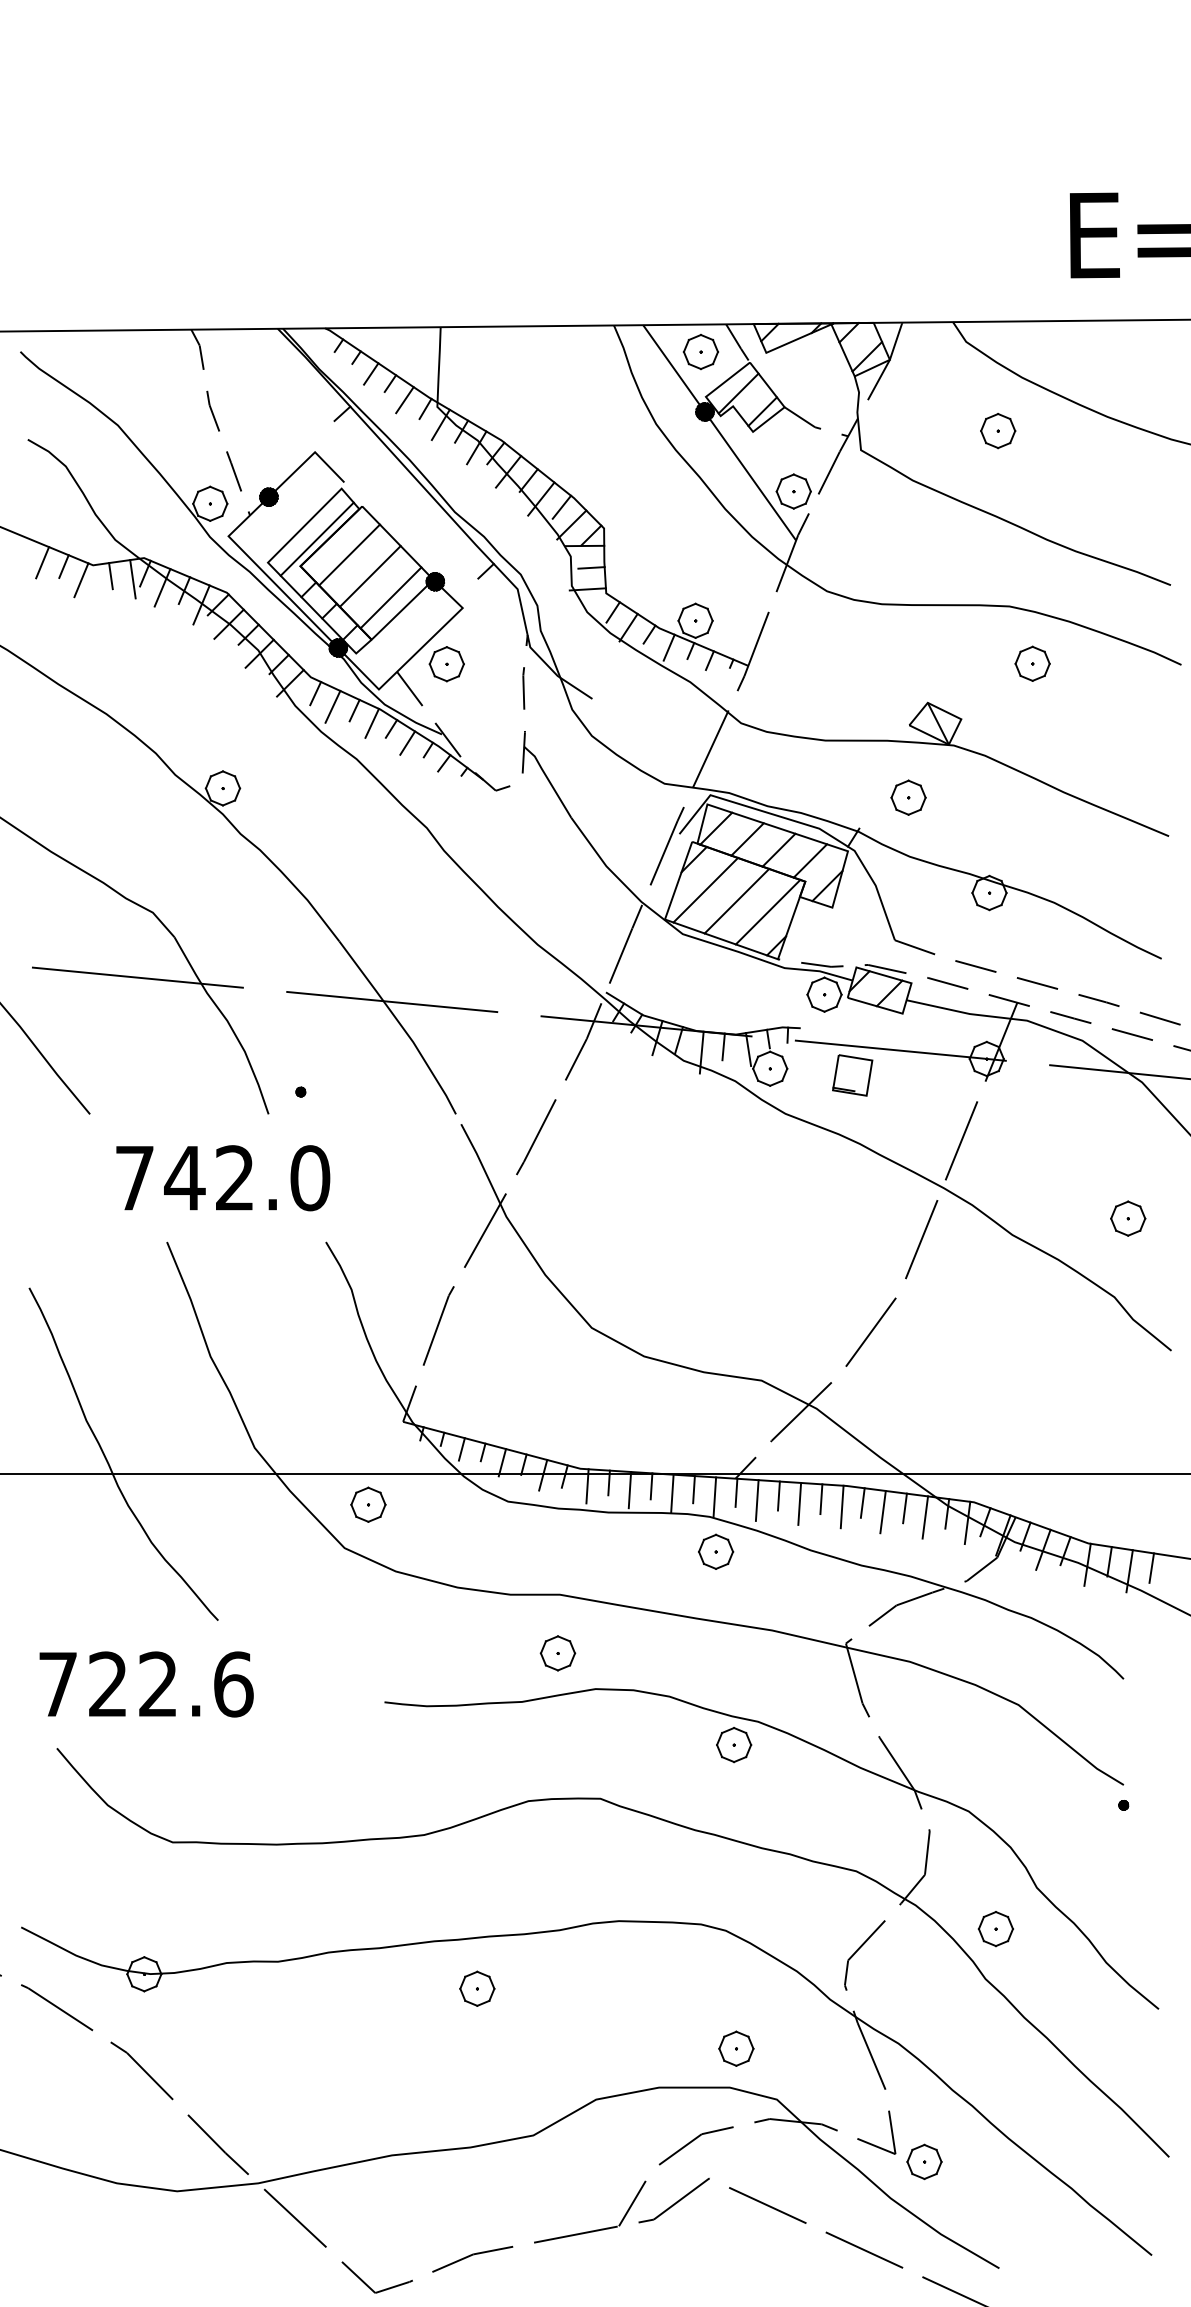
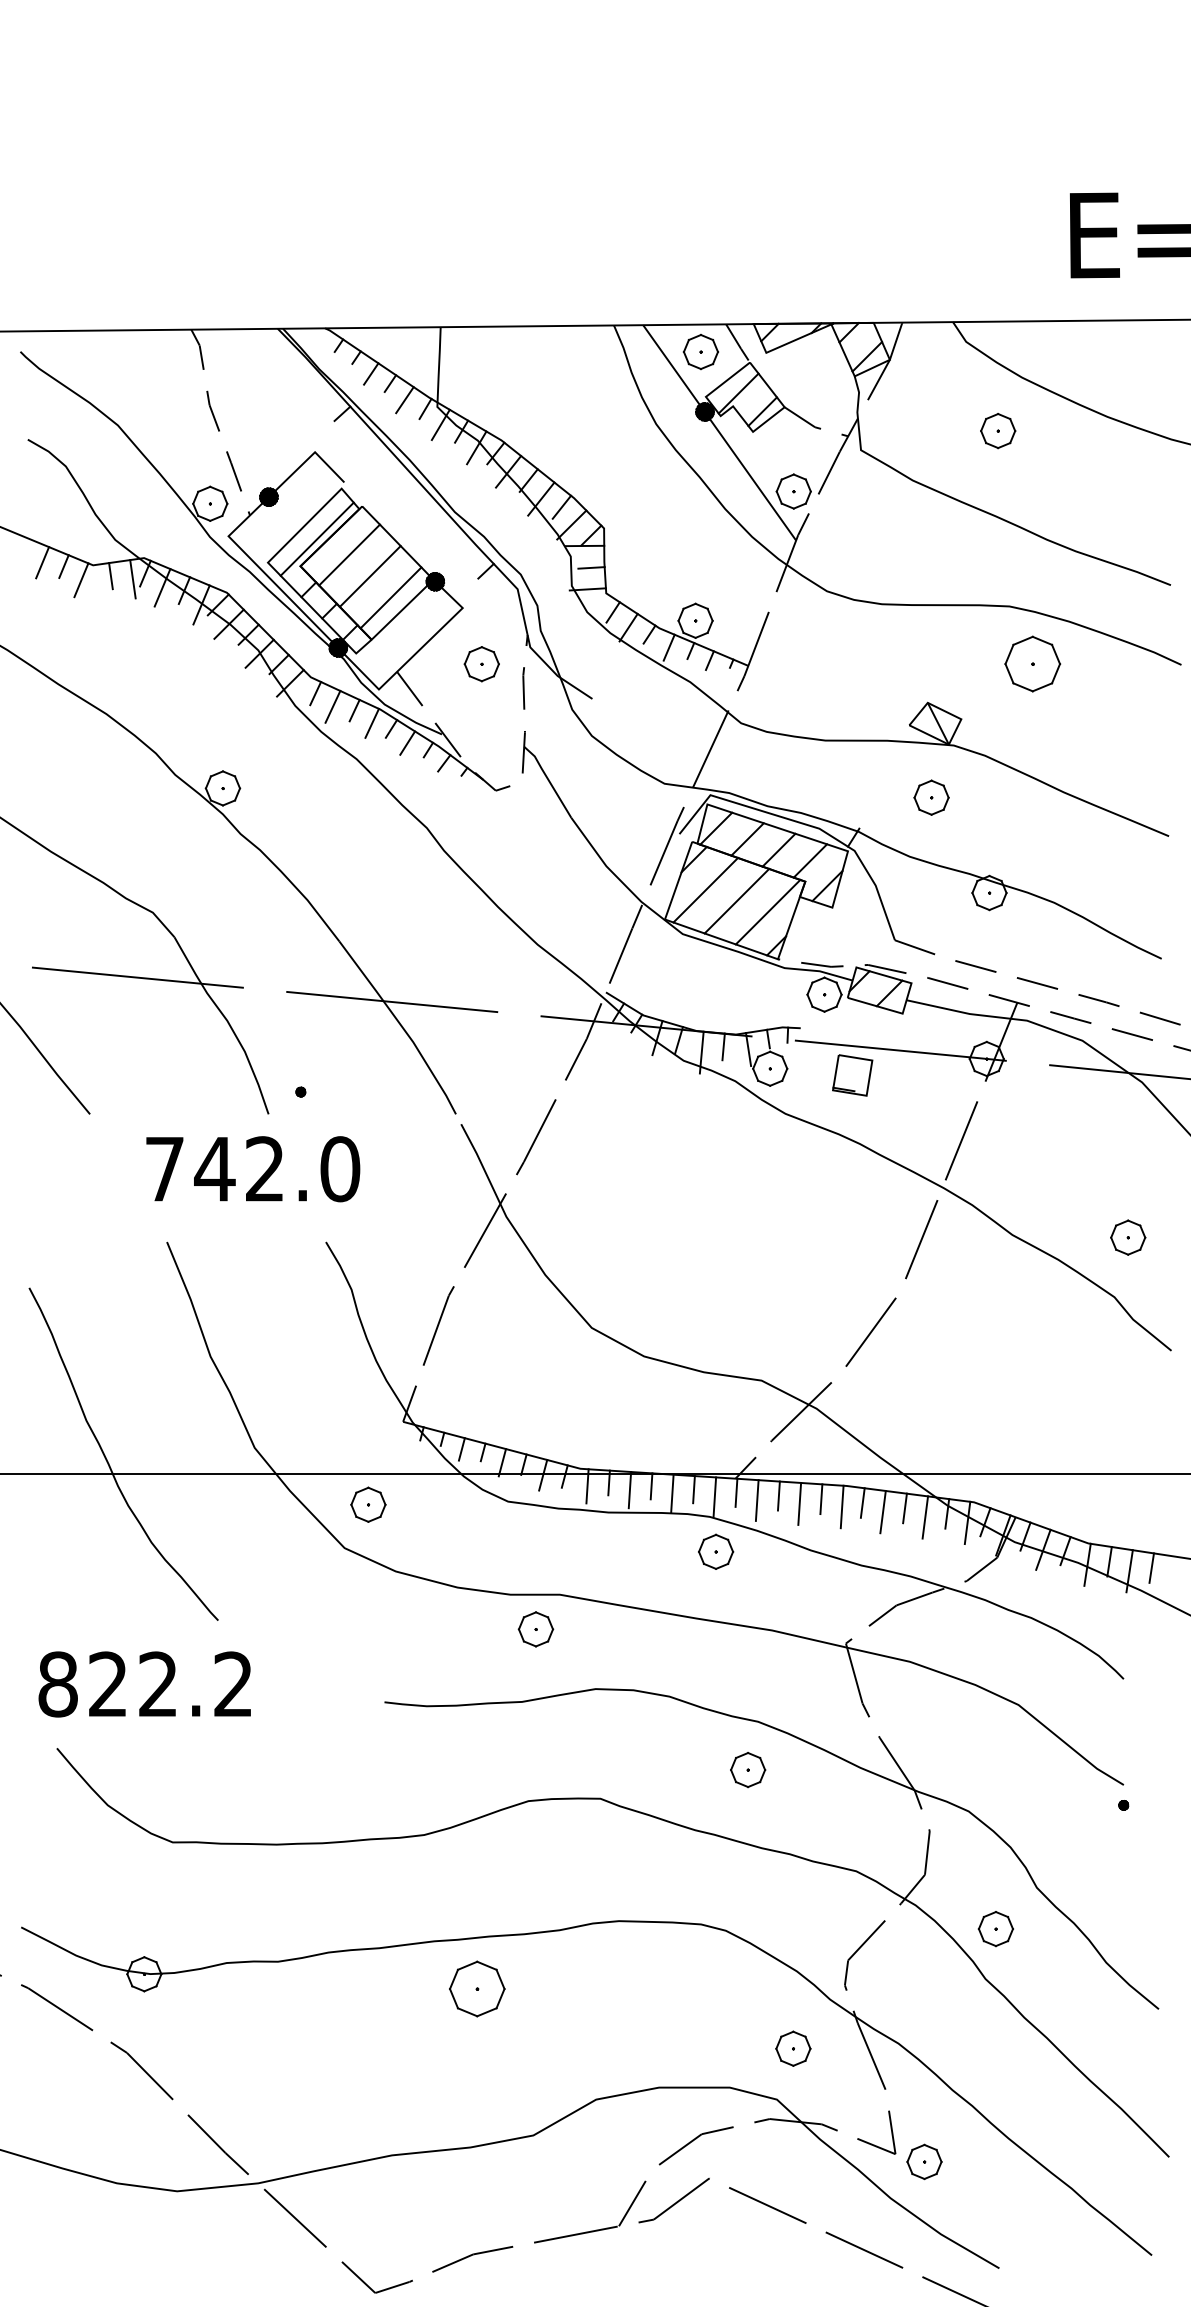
part at (1032, 663) size: 37x37 px -> 58x58 px
part at (446, 664) position: (446, 664) -> (481, 664)
part at (908, 797) position: (908, 797) -> (931, 797)
text at (223, 1178) position: (223, 1178) -> (253, 1169)
part at (1128, 1218) position: (1128, 1218) -> (1128, 1237)
part at (557, 1653) position: (557, 1653) -> (535, 1629)
text at (145, 1684): 722.6 -> 822.2
part at (734, 1745) position: (734, 1745) -> (748, 1770)
part at (477, 1988) size: 37x37 px -> 57x58 px
part at (736, 2048) position: (736, 2048) -> (793, 2048)
